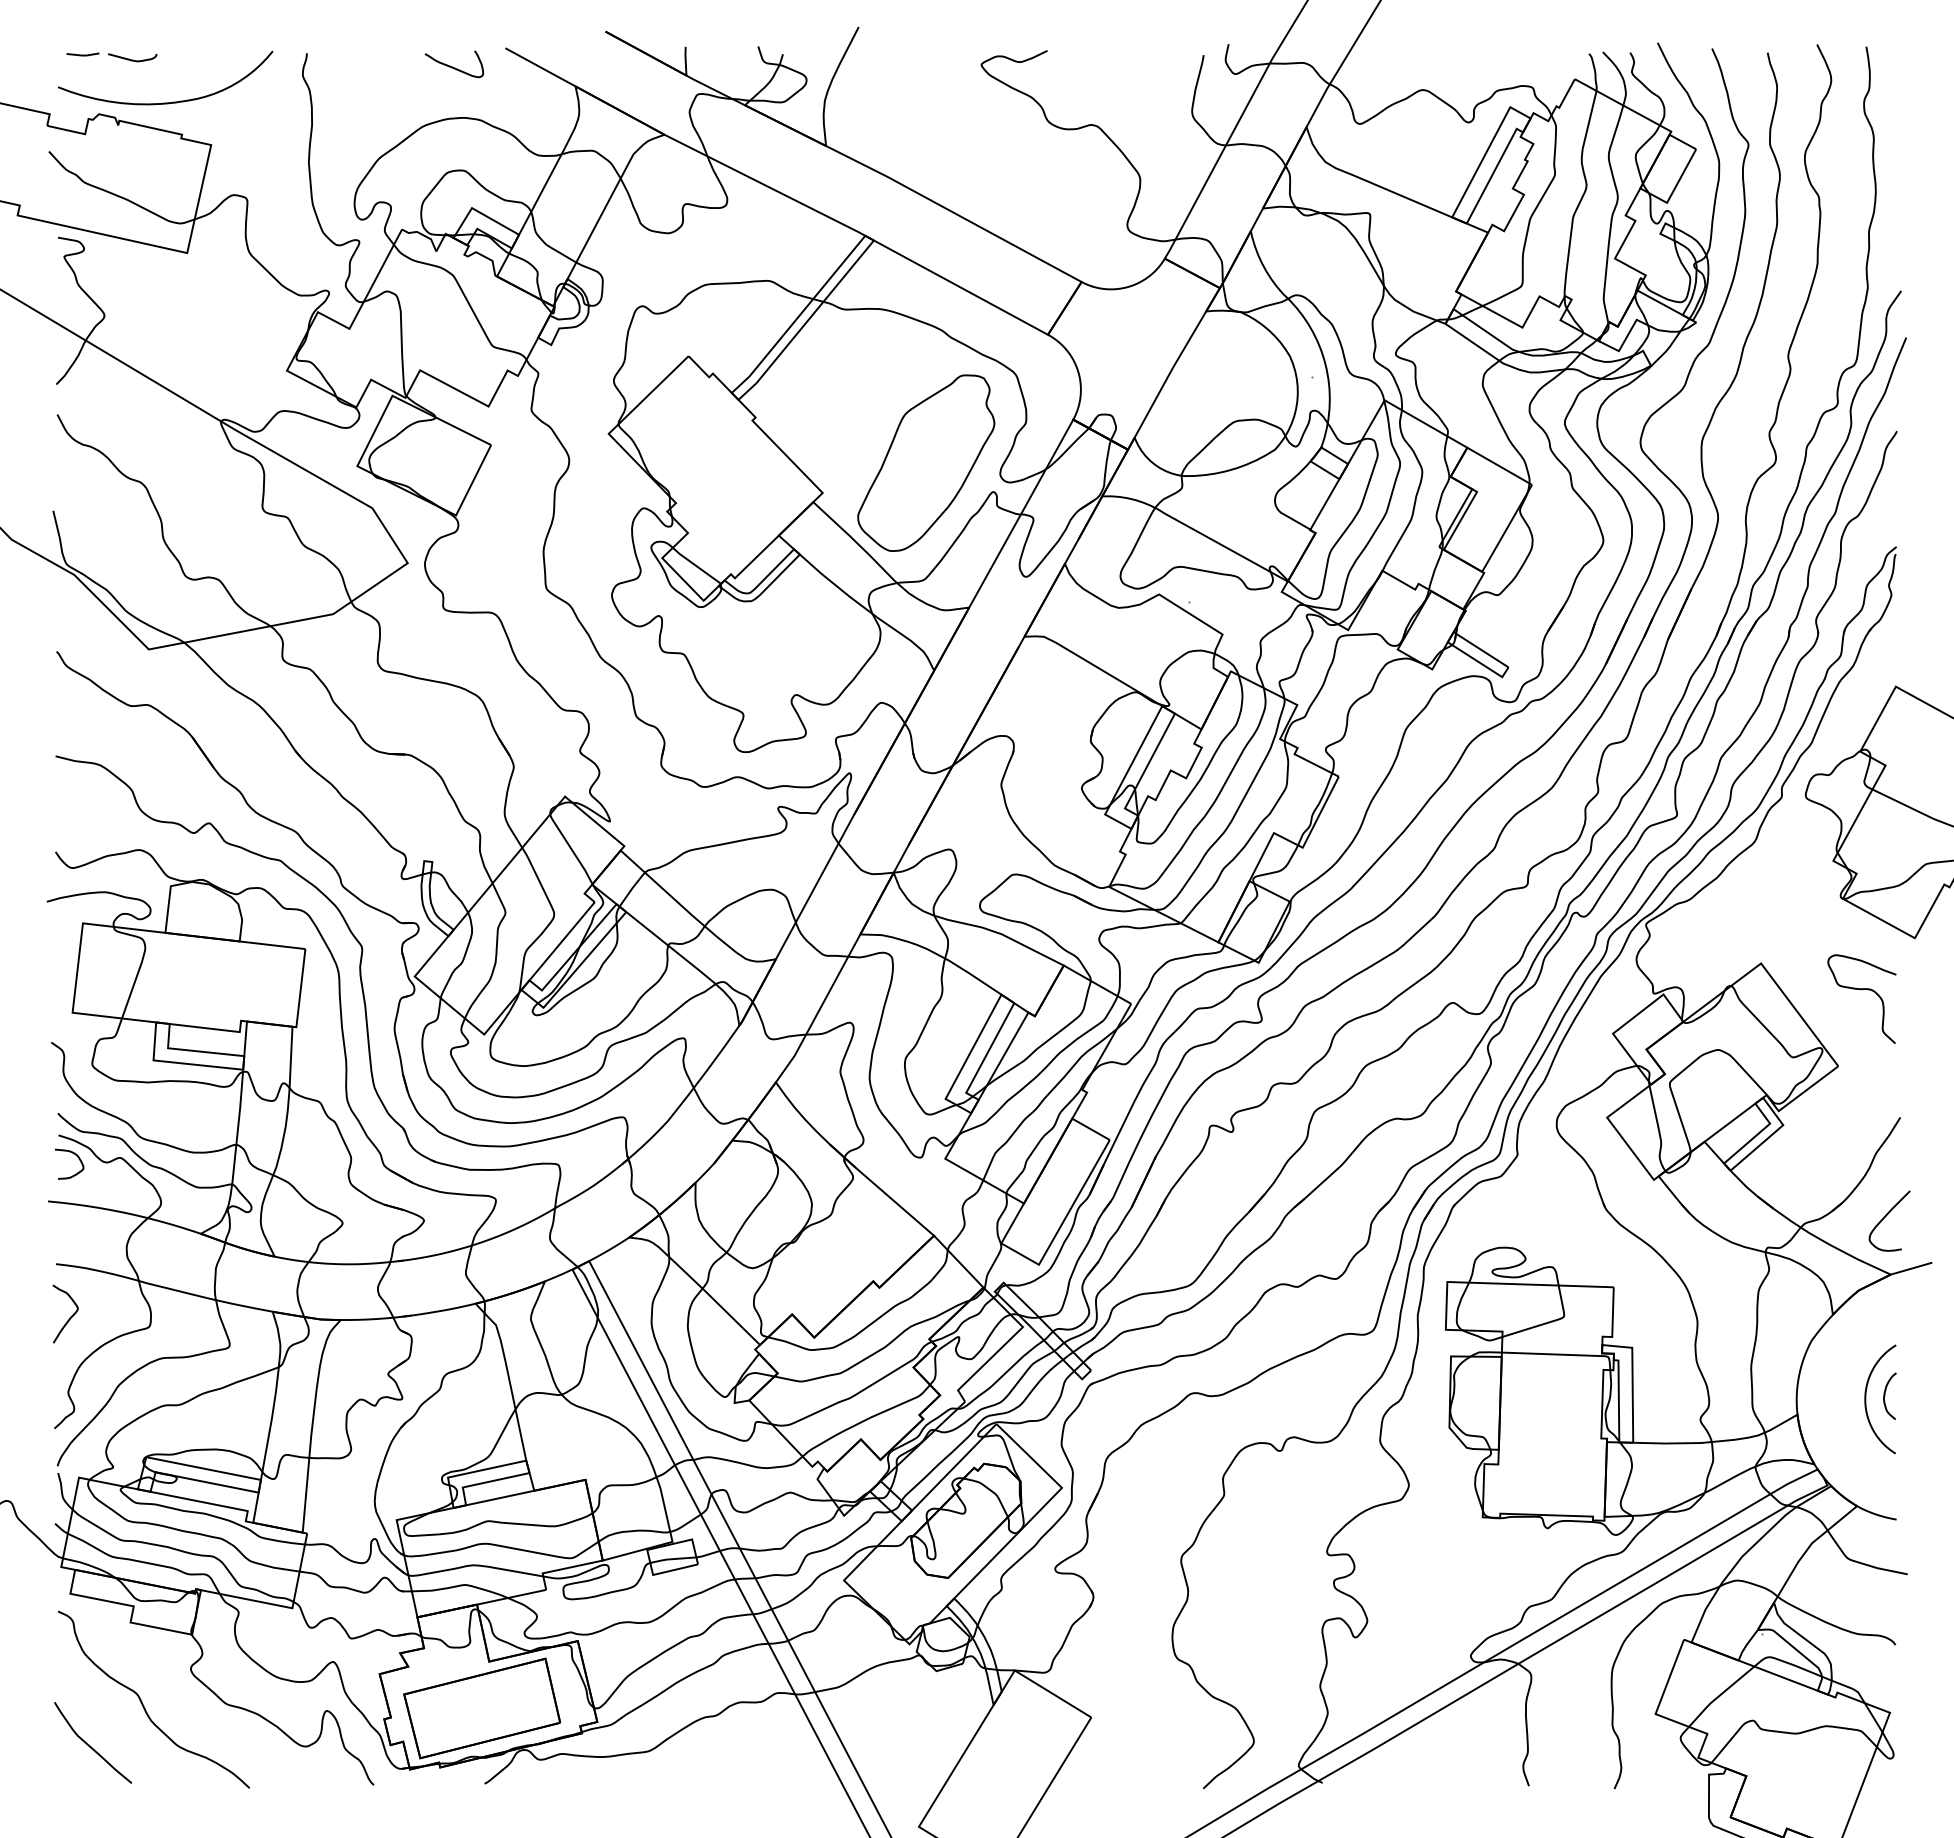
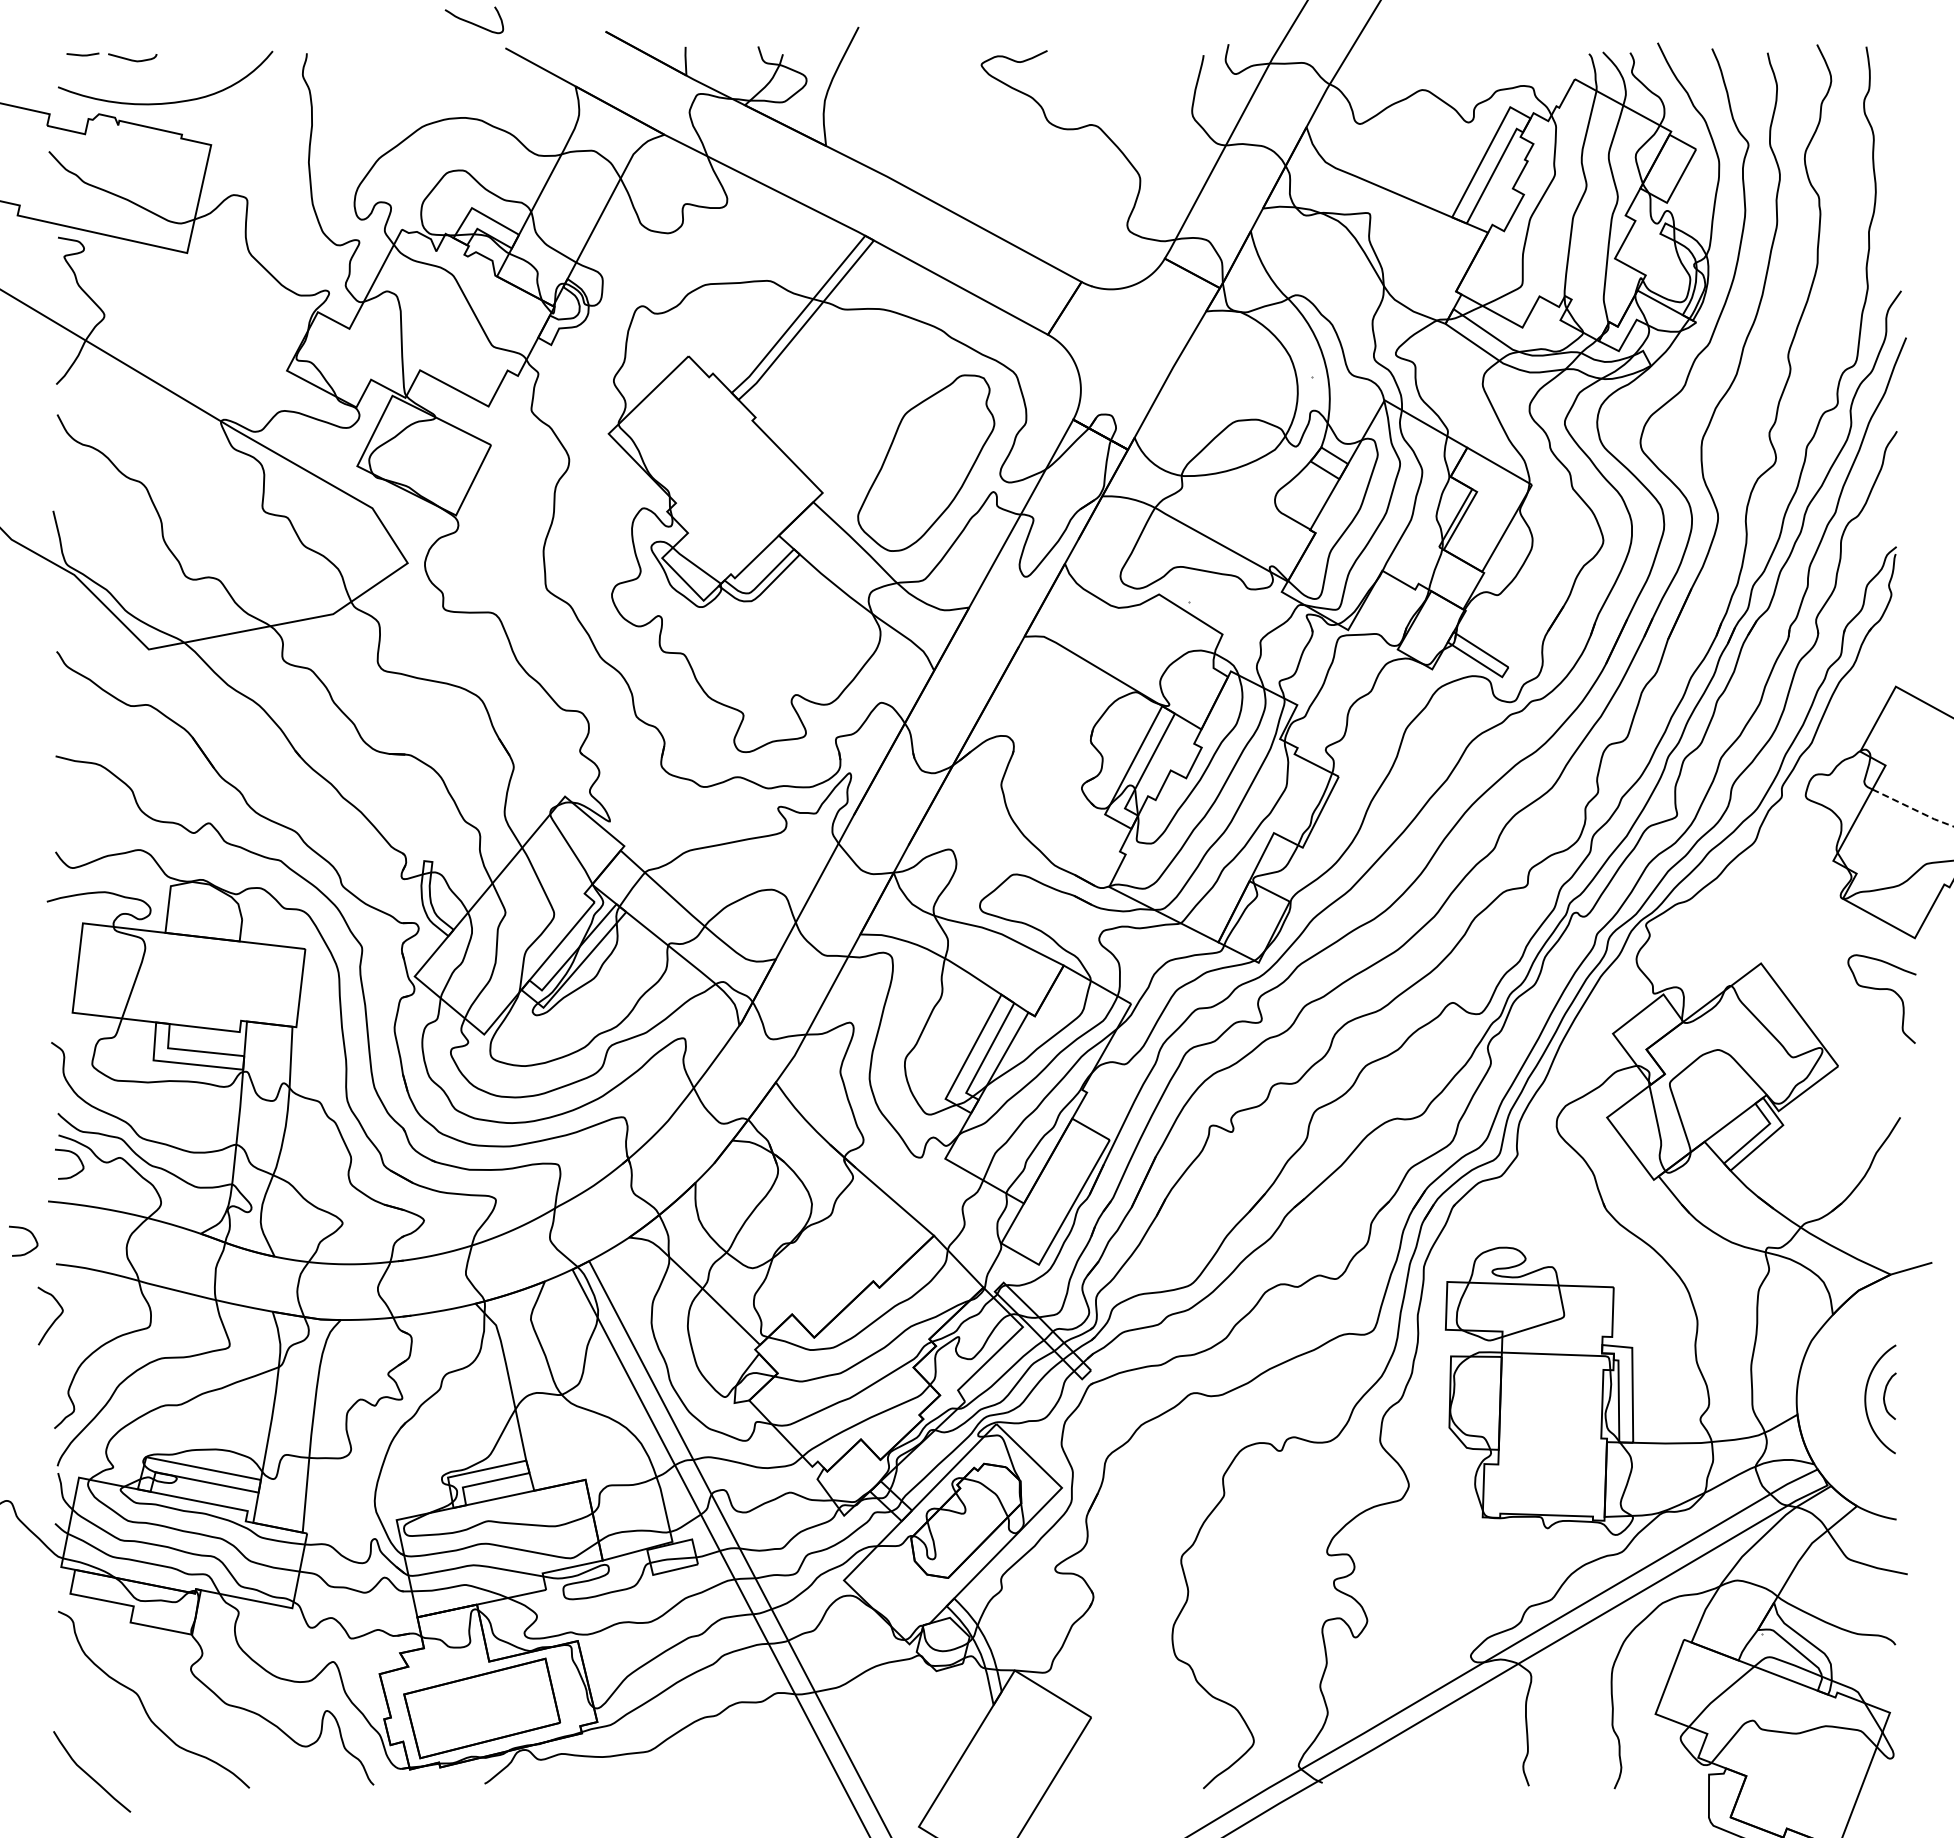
curve at (452, 66) position: (452, 66) -> (472, 22)
line at (1913, 809): solid -> dashed
curve at (1861, 989) position: (1861, 989) -> (1881, 989)
curve at (1886, 1216): present -> none
curve at (32, 1236): none -> present
curve at (69, 1317) position: (69, 1317) -> (54, 1319)
curve at (90, 1745) position: (90, 1745) -> (89, 1774)
